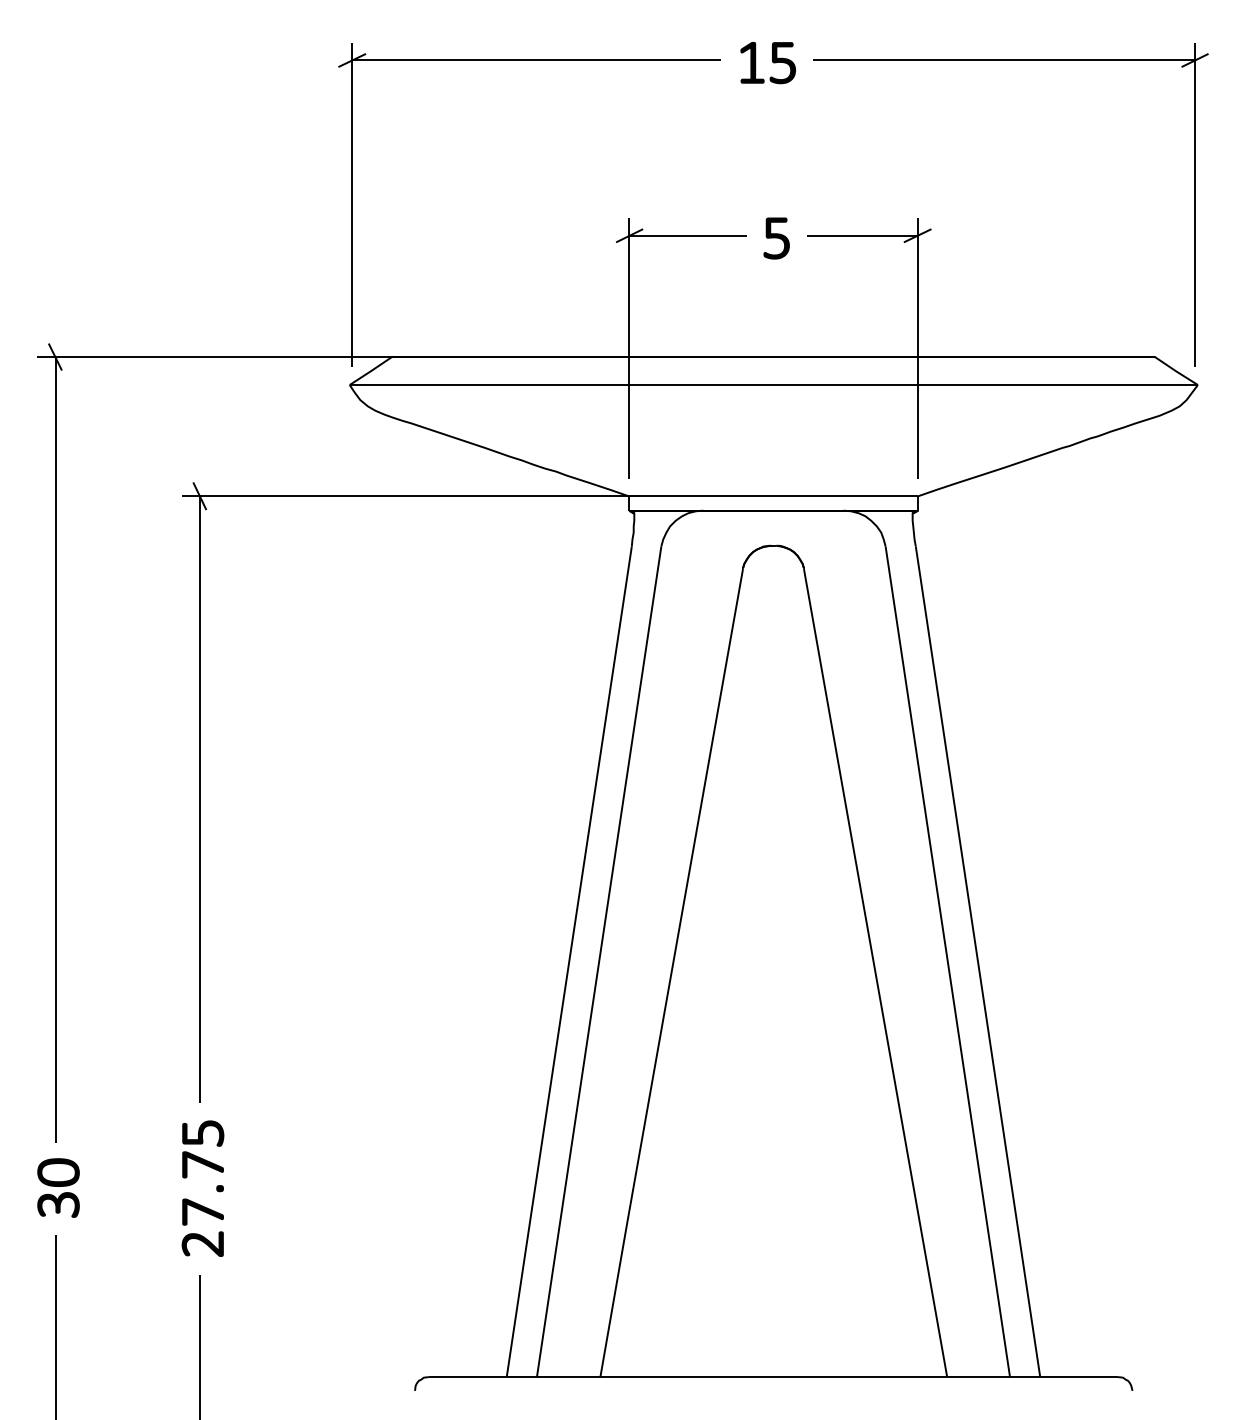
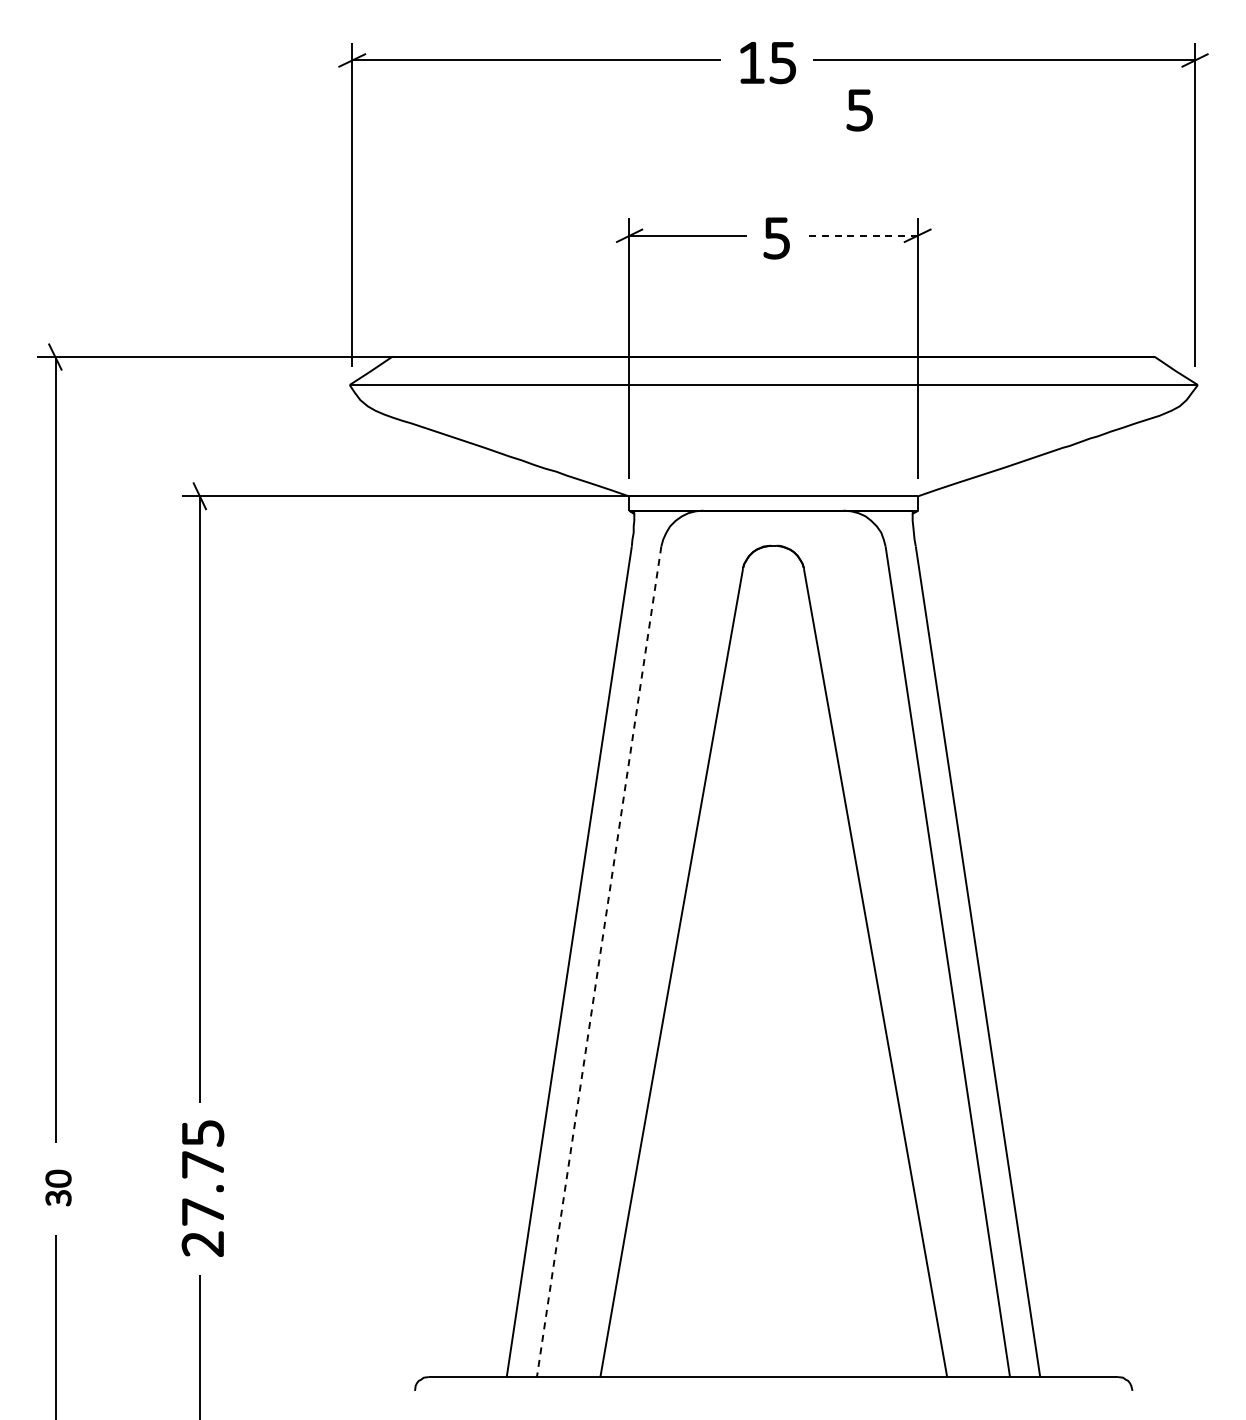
part at (859, 110): none -> present
line at (861, 236): solid -> dashed
line at (599, 961): solid -> dashed
part at (58, 1187) size: 43x60 px -> 27x38 px
